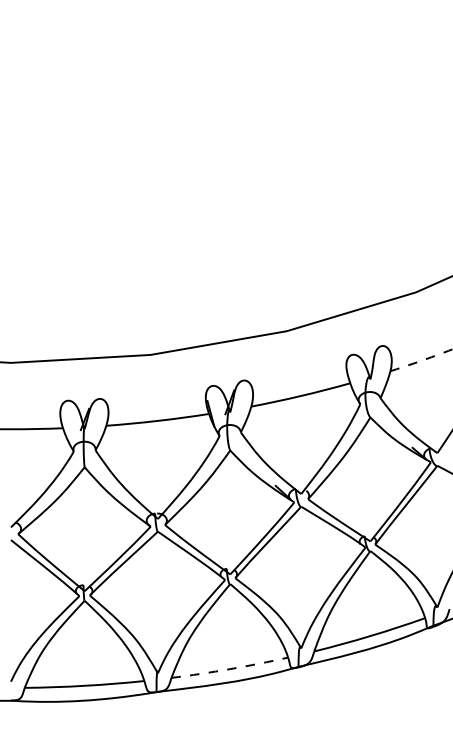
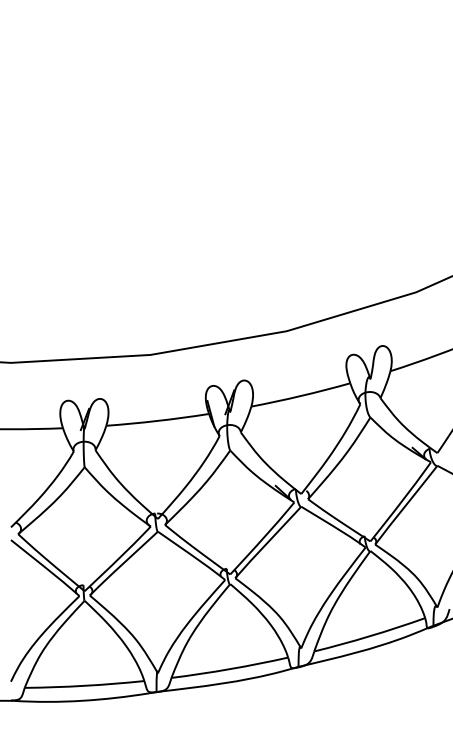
arc at (422, 360): dashed -> solid
arc at (230, 669): dashed -> solid
